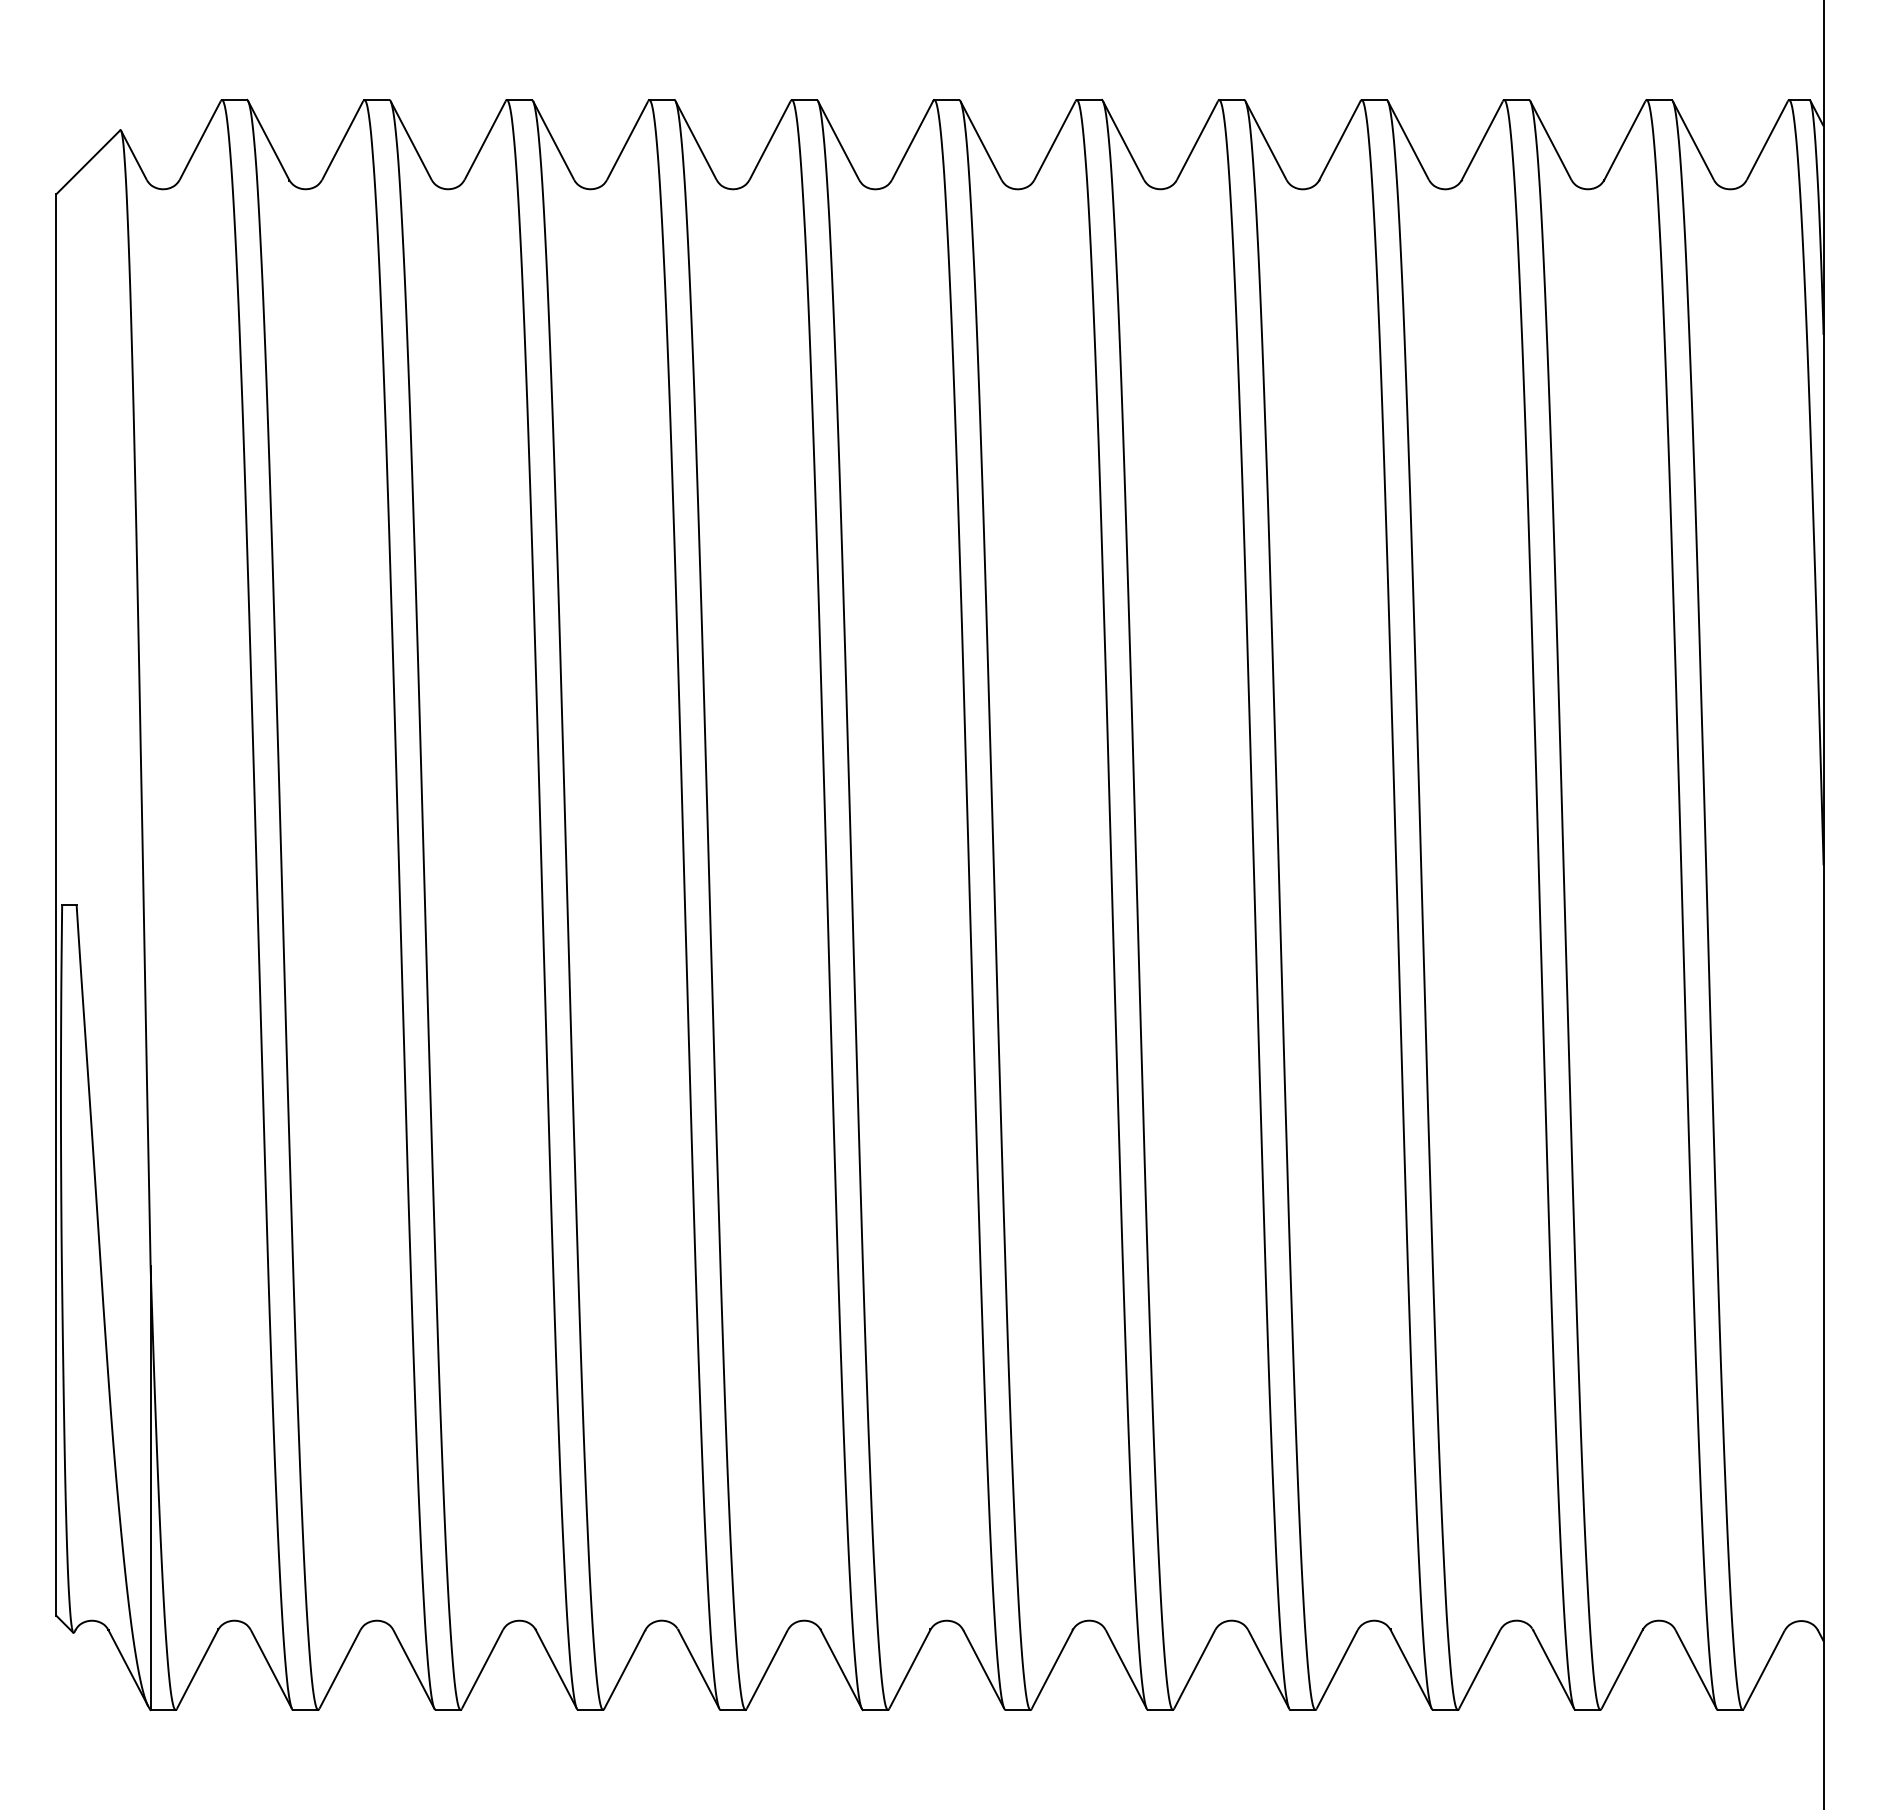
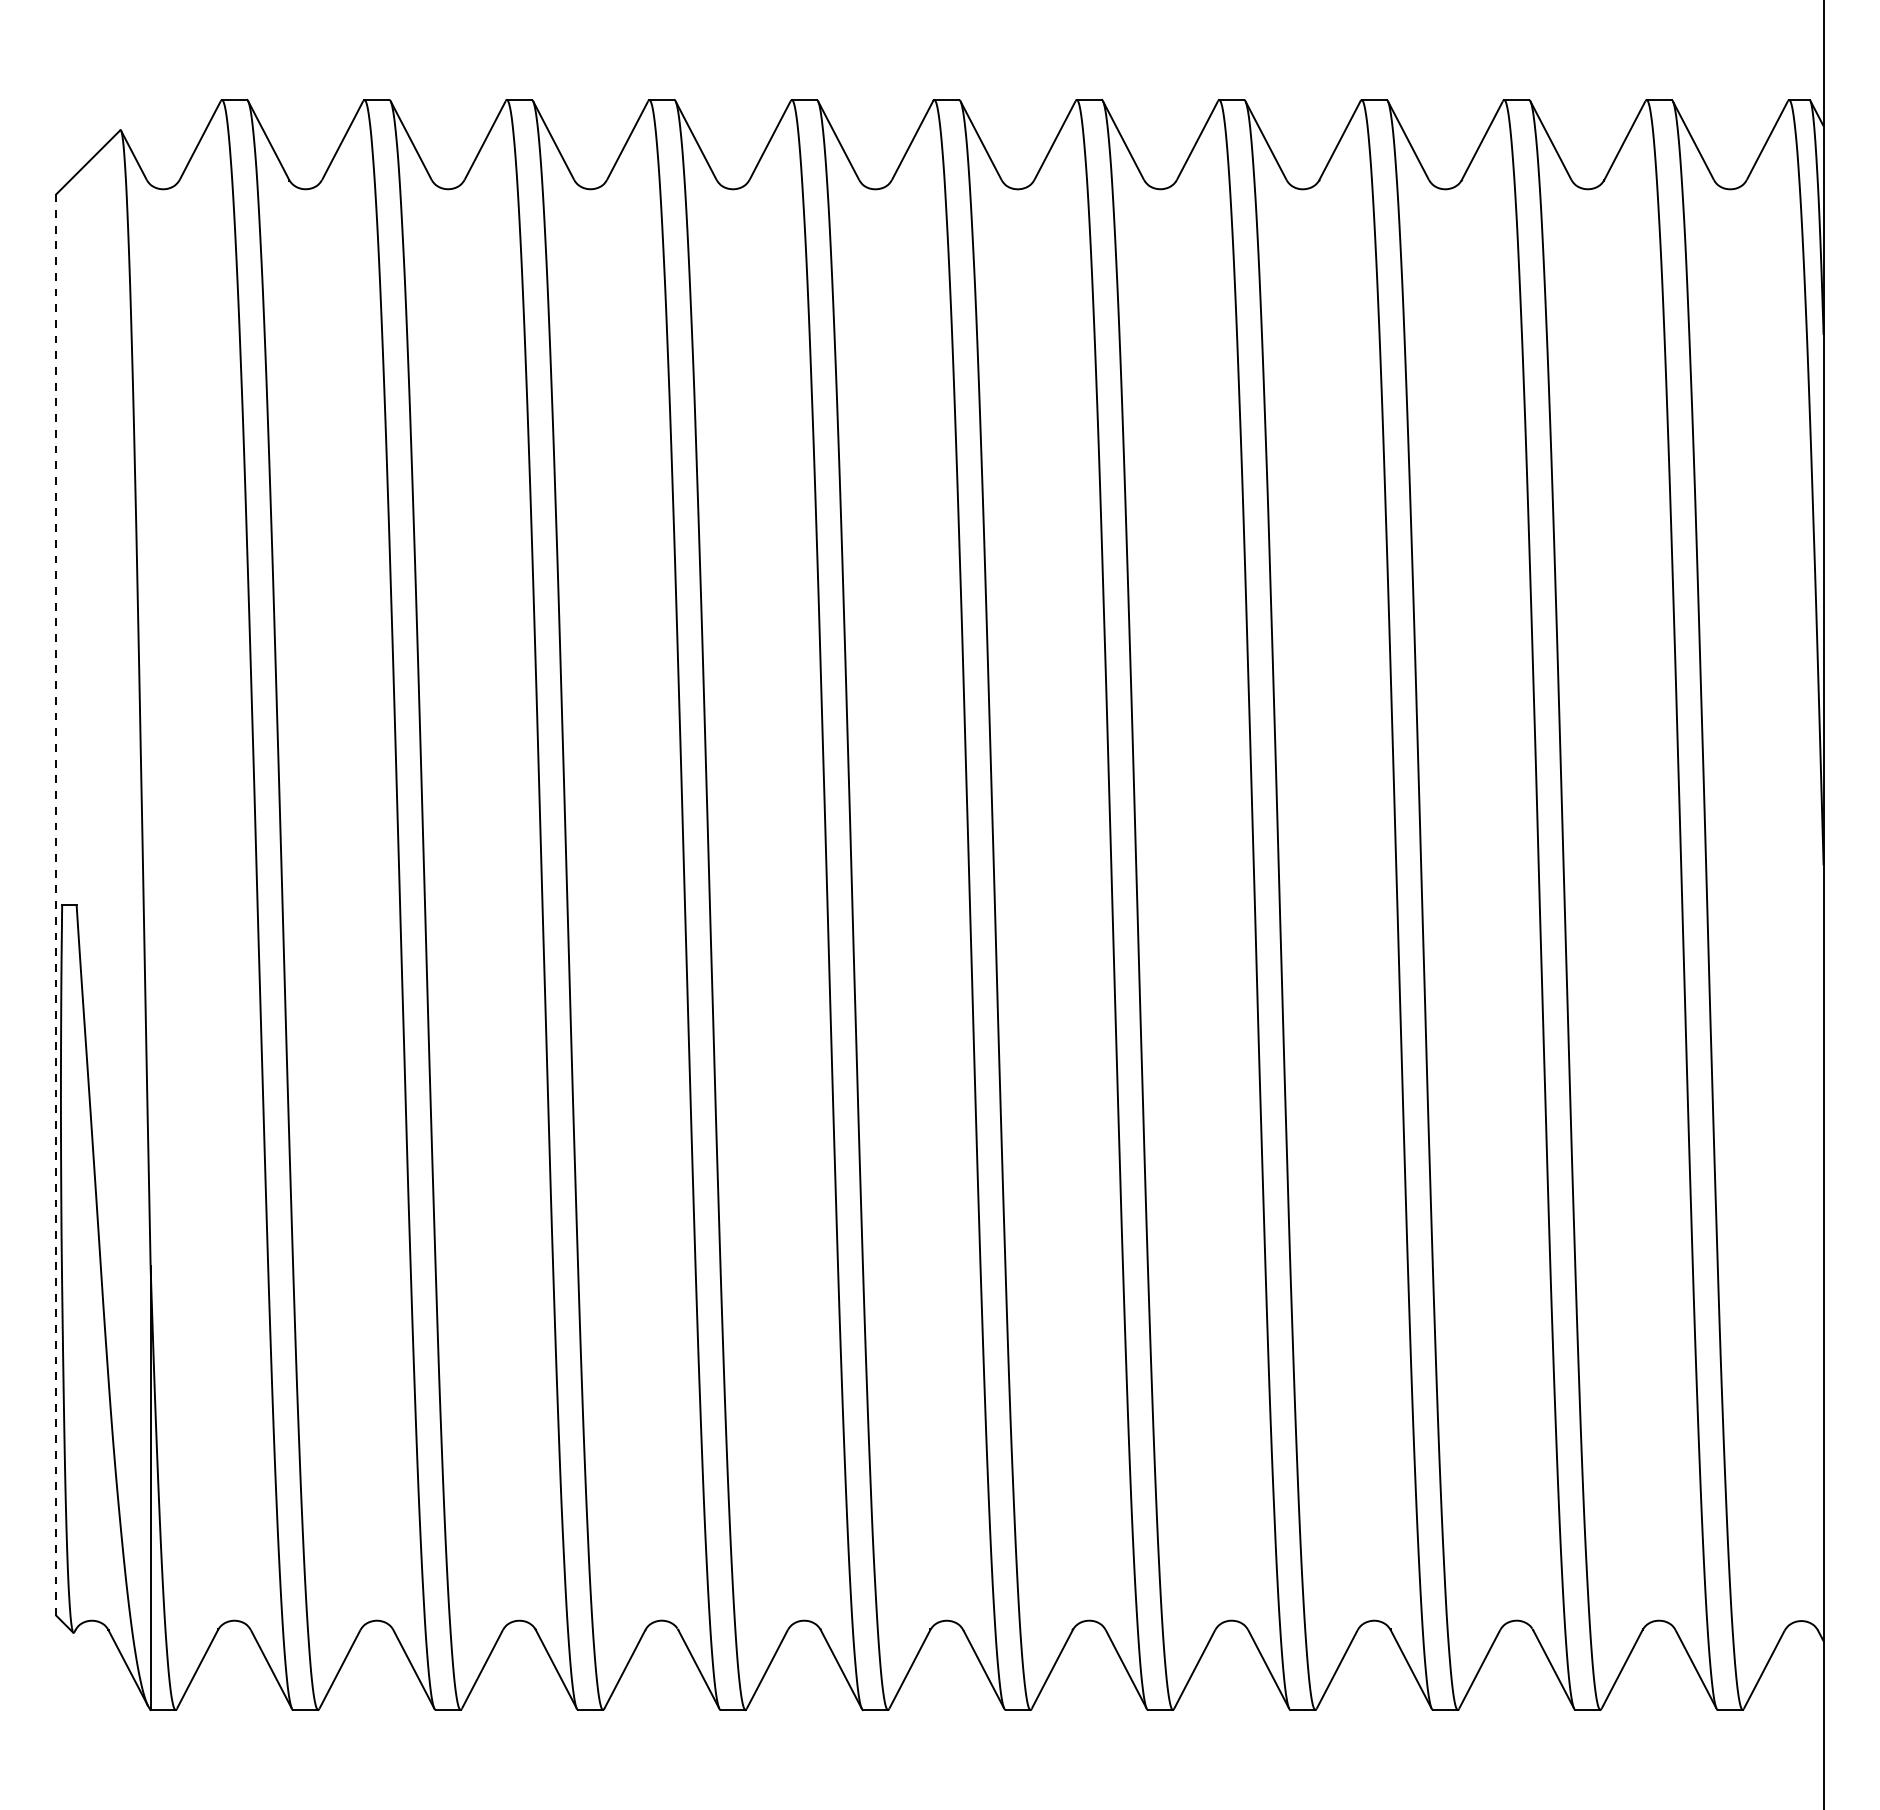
line at (56, 905): solid -> dashed
